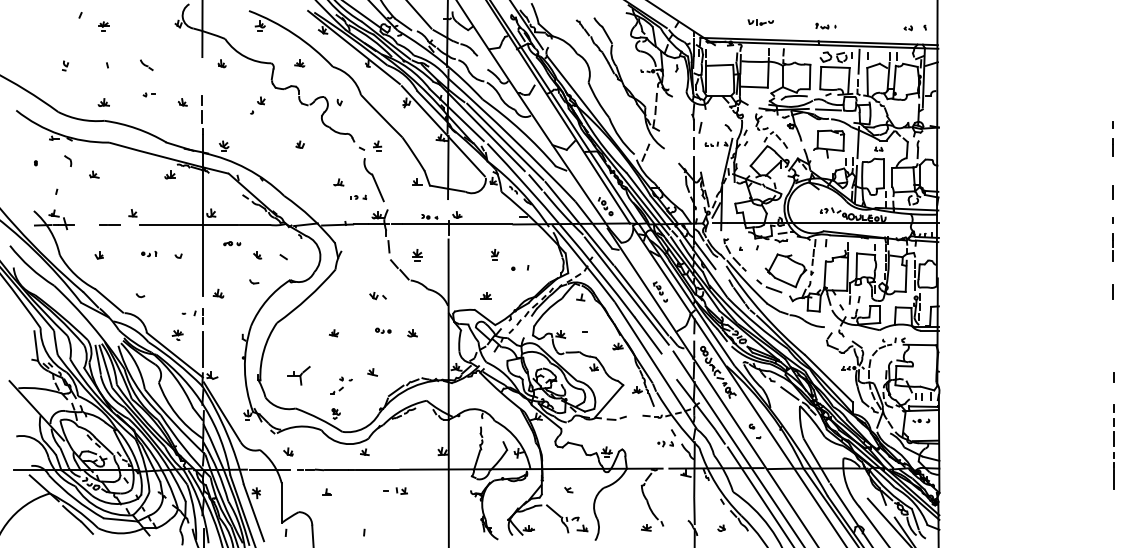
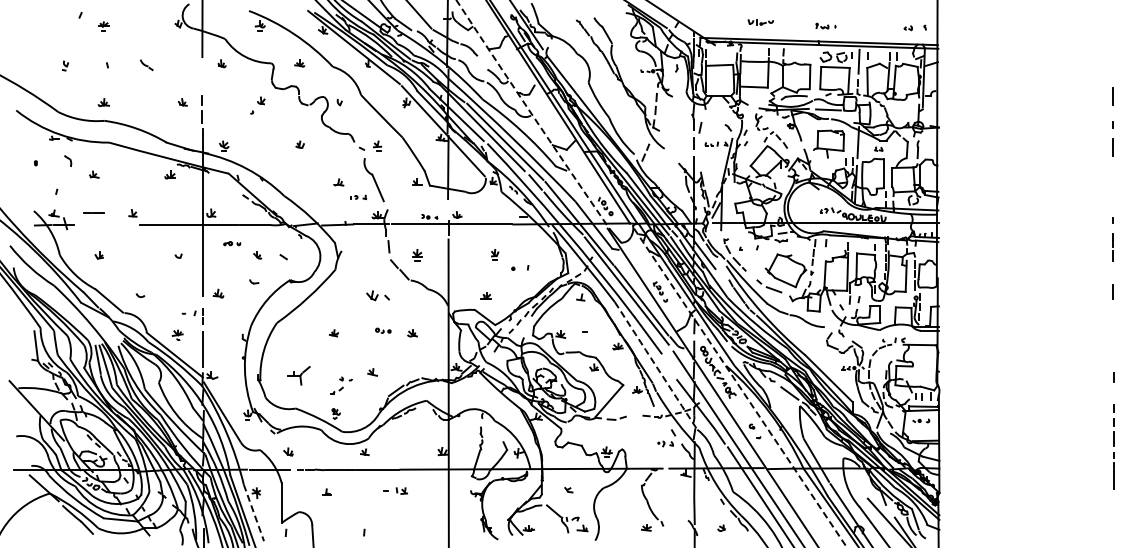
part at (148, 94): present -> none
line at (1112, 96): none -> present
arc at (532, 115): solid -> dashed
line at (1112, 192): present -> none
line at (109, 224) position: (109, 224) -> (93, 212)
part at (149, 254): present -> none
part at (377, 296) size: 18x9 px -> 25x12 px
arc at (656, 366): solid -> dashed
line at (740, 388): solid -> dashed
line at (254, 513): solid -> dashed
